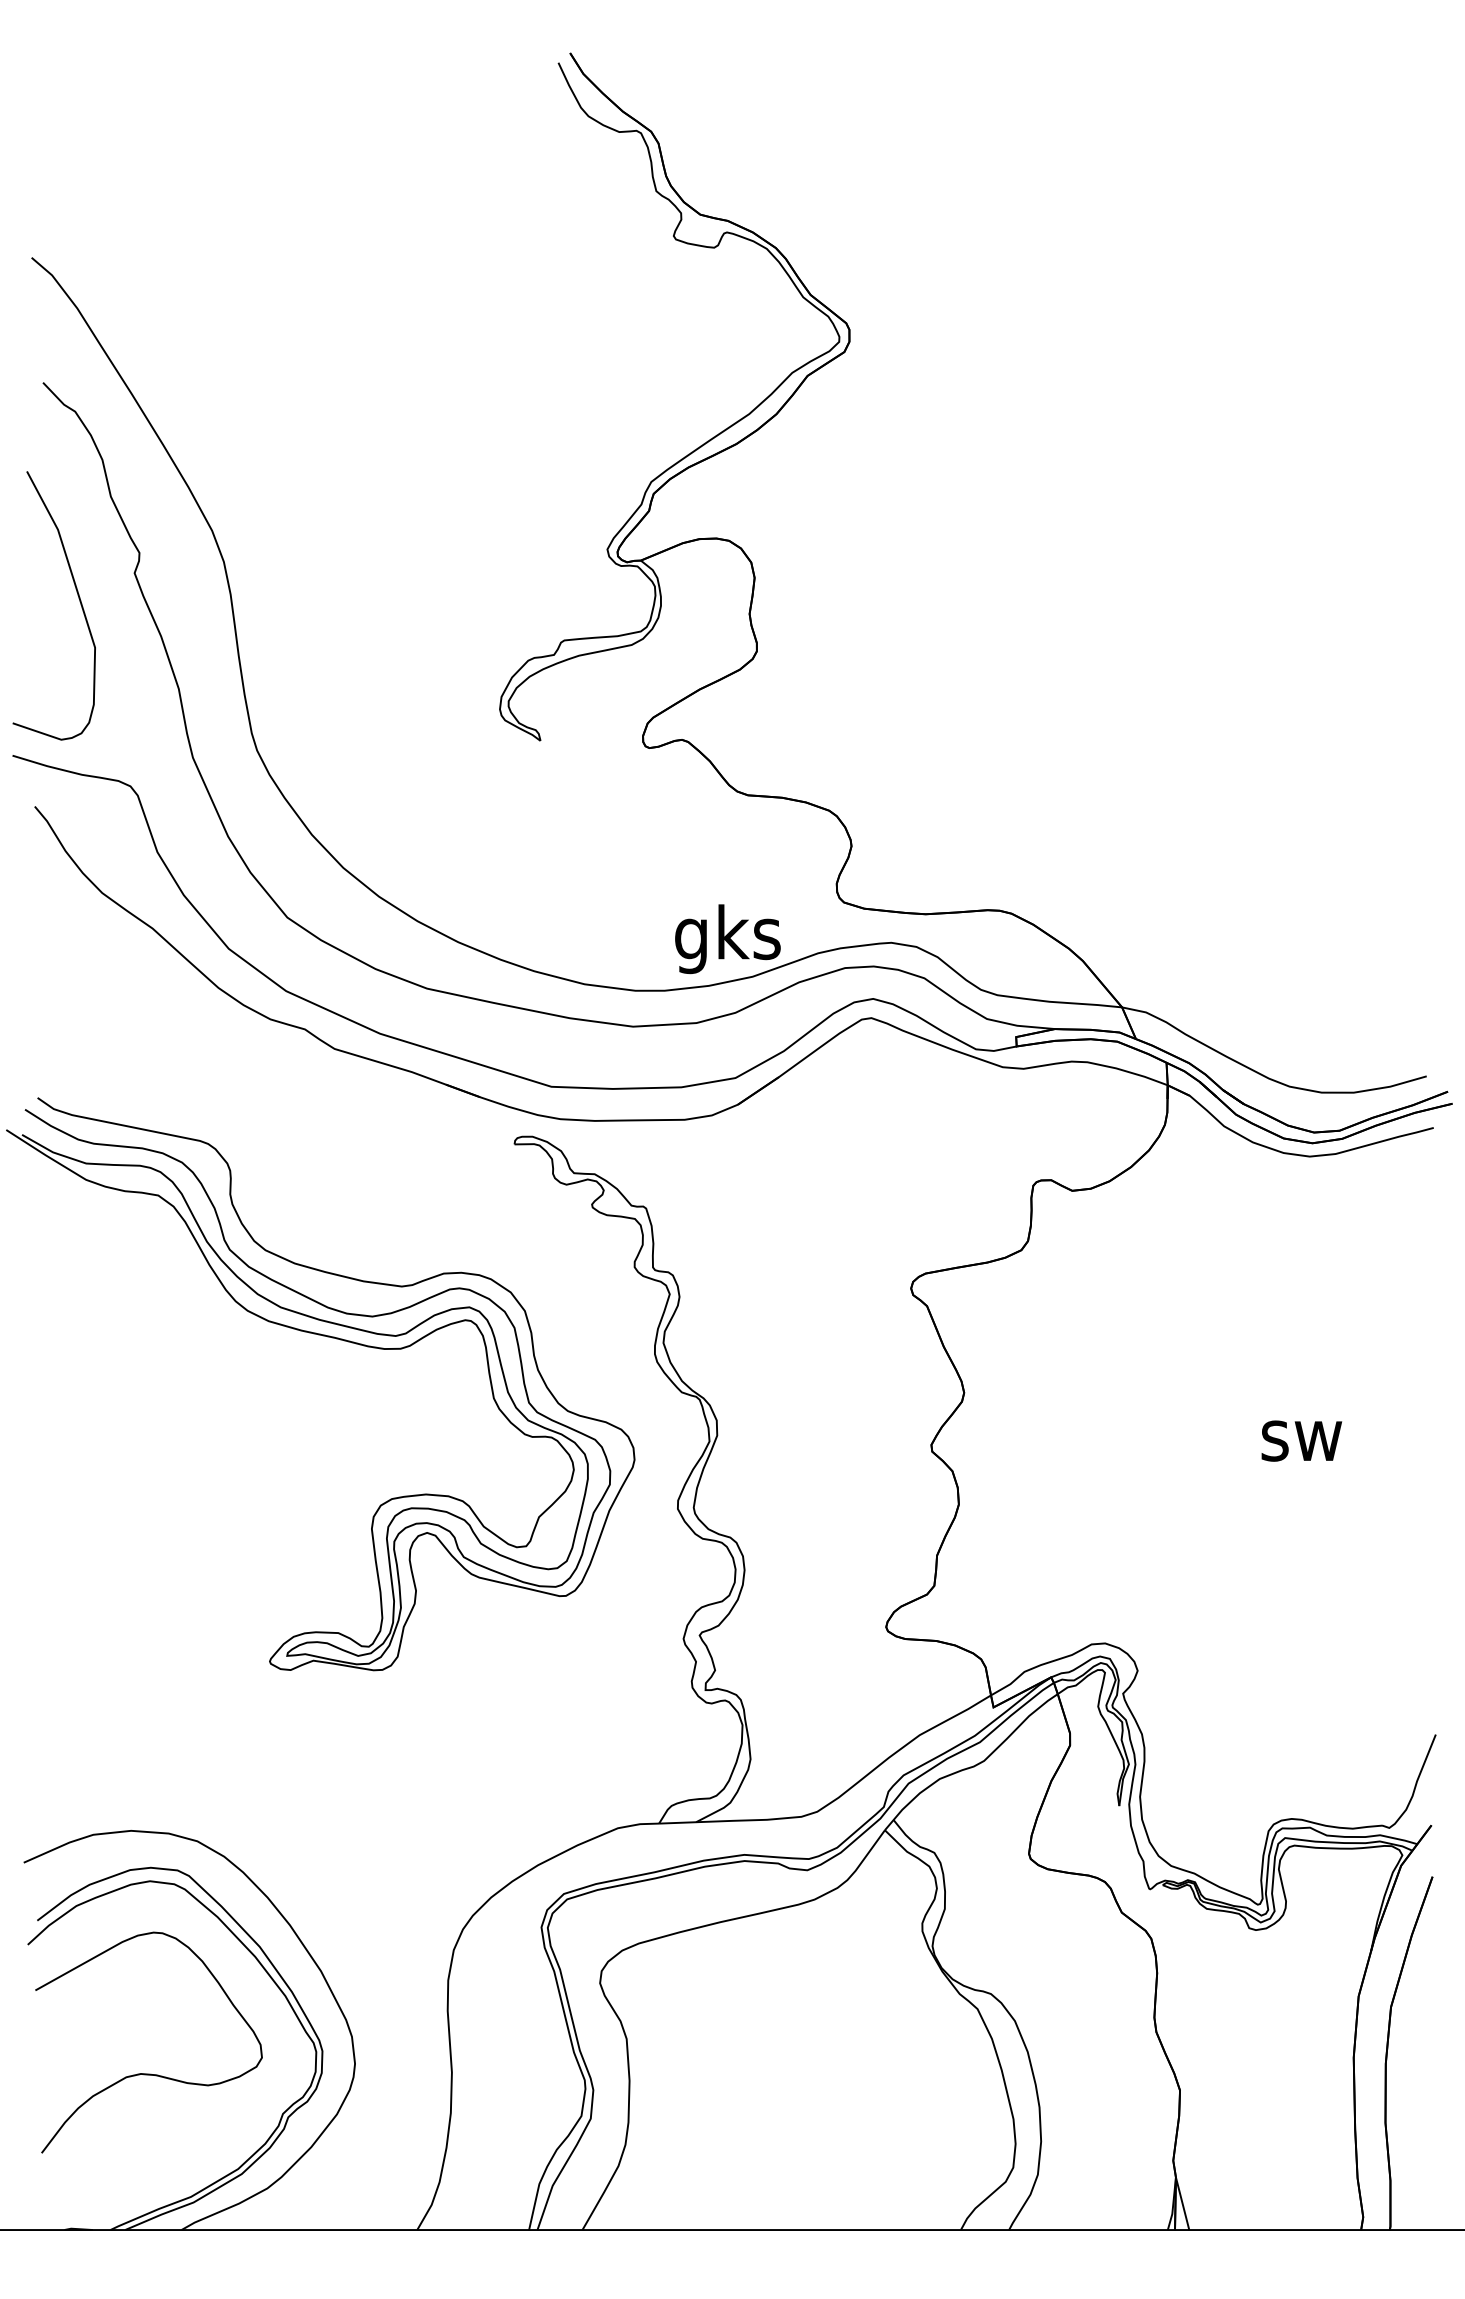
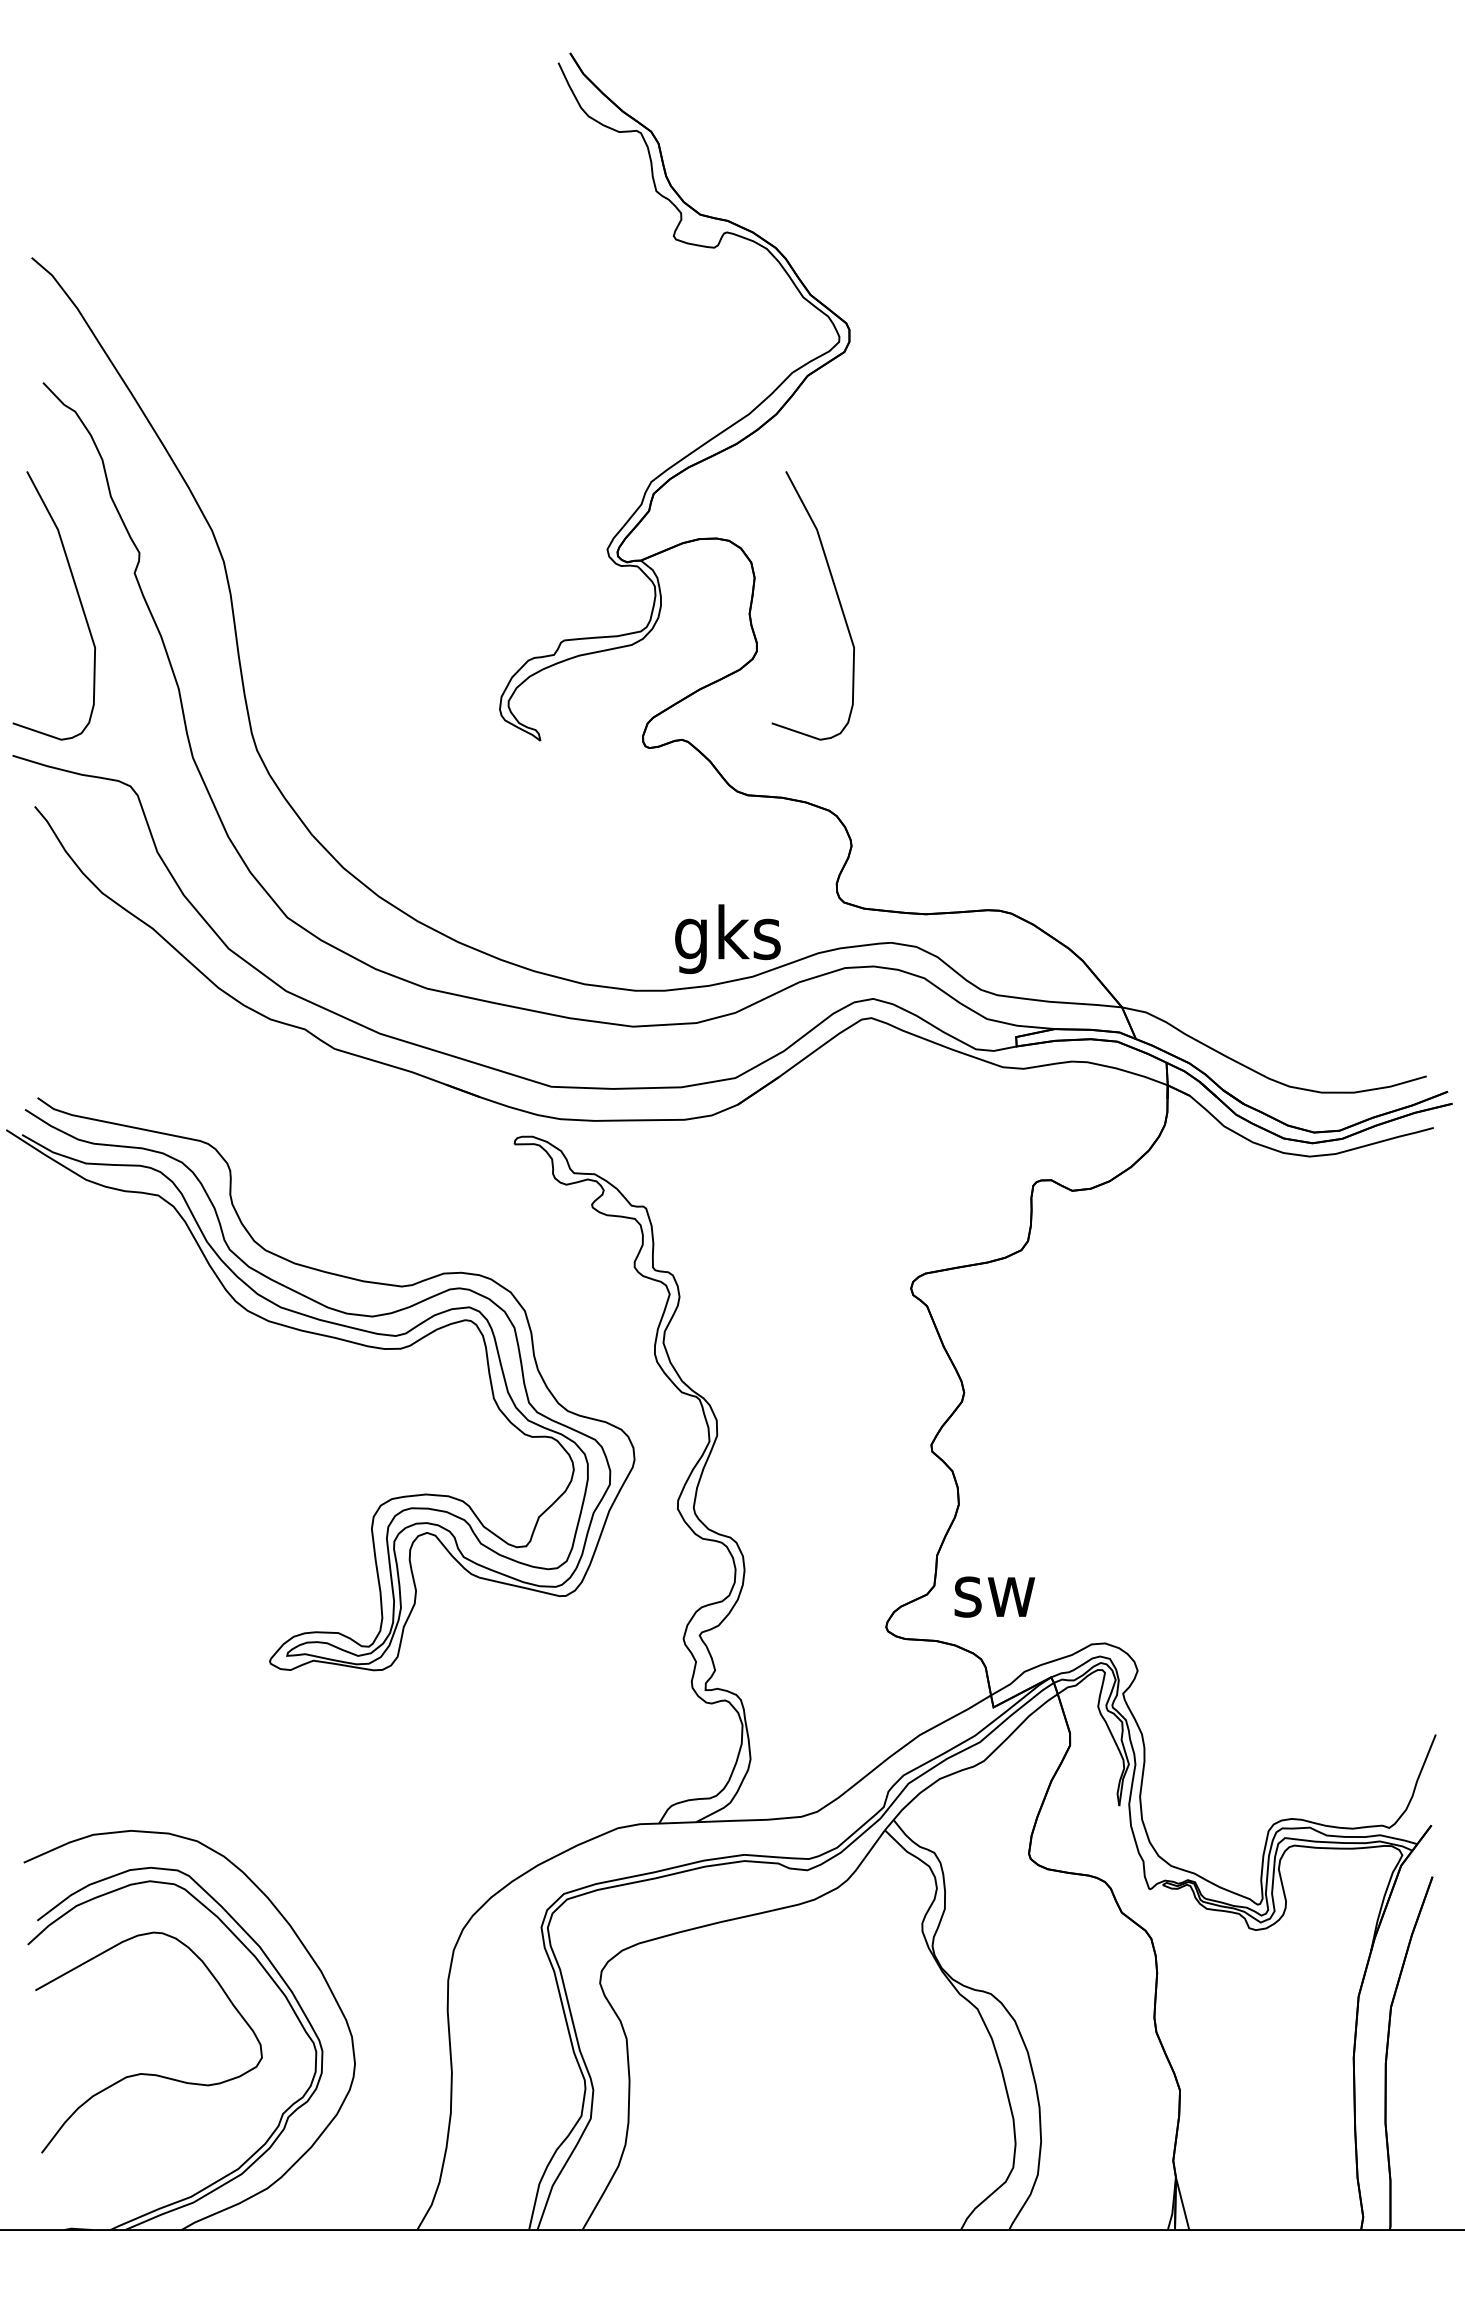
curve at (837, 598): none -> present
text at (1301, 1440) position: (1301, 1440) -> (994, 1596)
